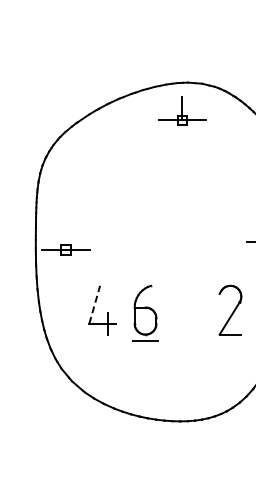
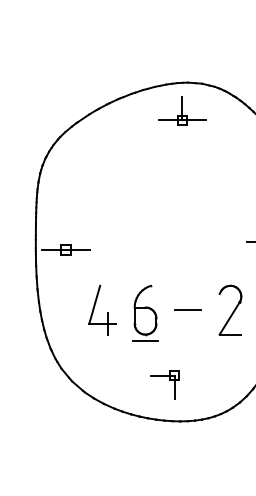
line at (94, 304): dashed -> solid
line at (187, 310): none -> present
part at (169, 380): none -> present
